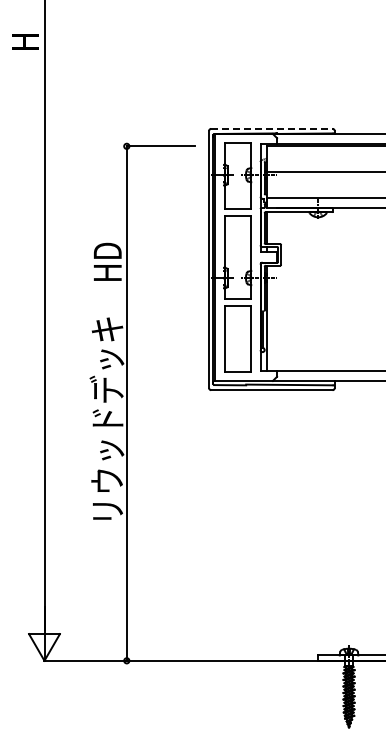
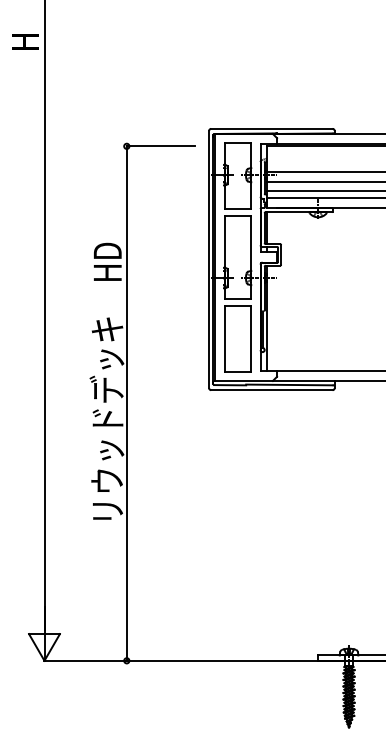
line at (271, 128): dashed -> solid
line at (324, 182): none -> present
line at (324, 190): none -> present
